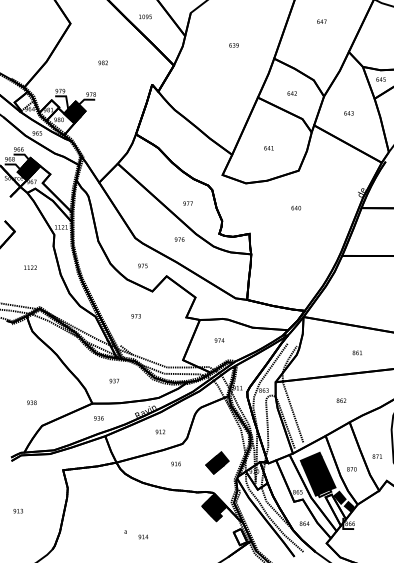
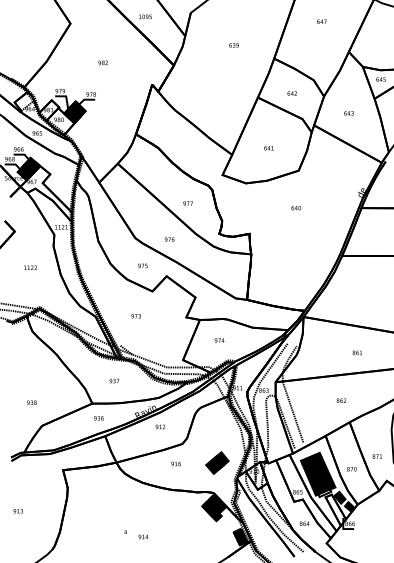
text at (179, 239) position: (179, 239) -> (169, 239)
text at (160, 431) position: (160, 431) -> (160, 426)
fill at (240, 536): none -> present
